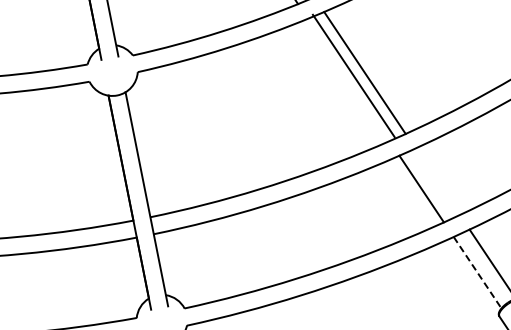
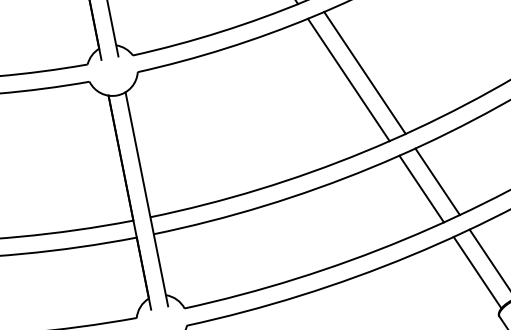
line at (353, 75) position: (353, 75) -> (348, 79)
line at (437, 181): none -> present
line at (477, 272): dashed -> solid
